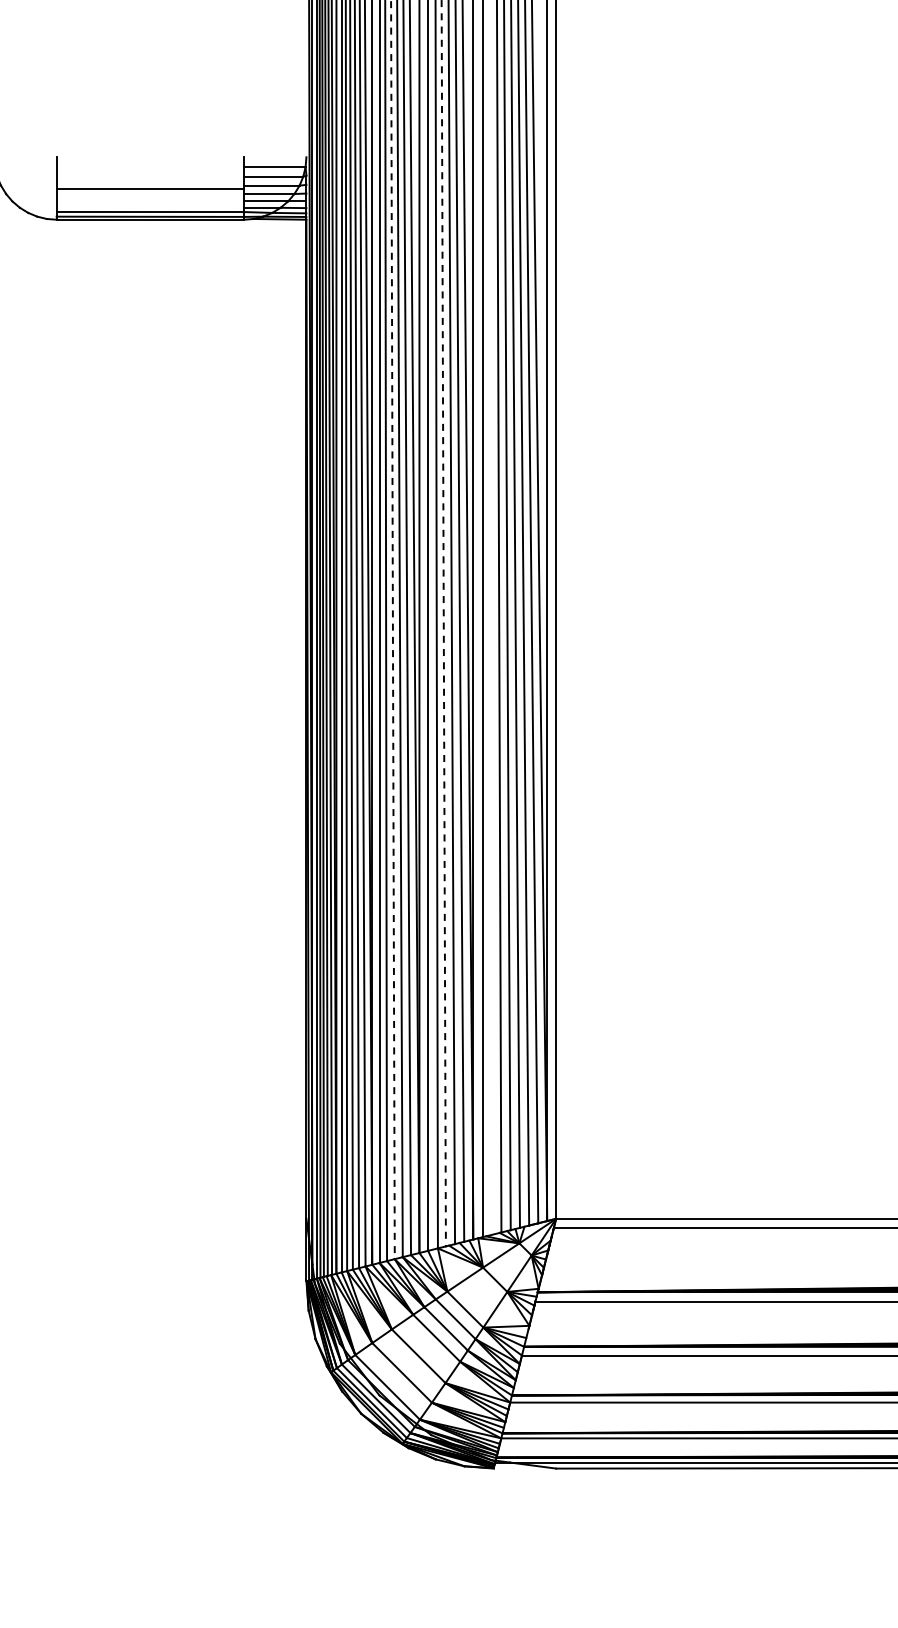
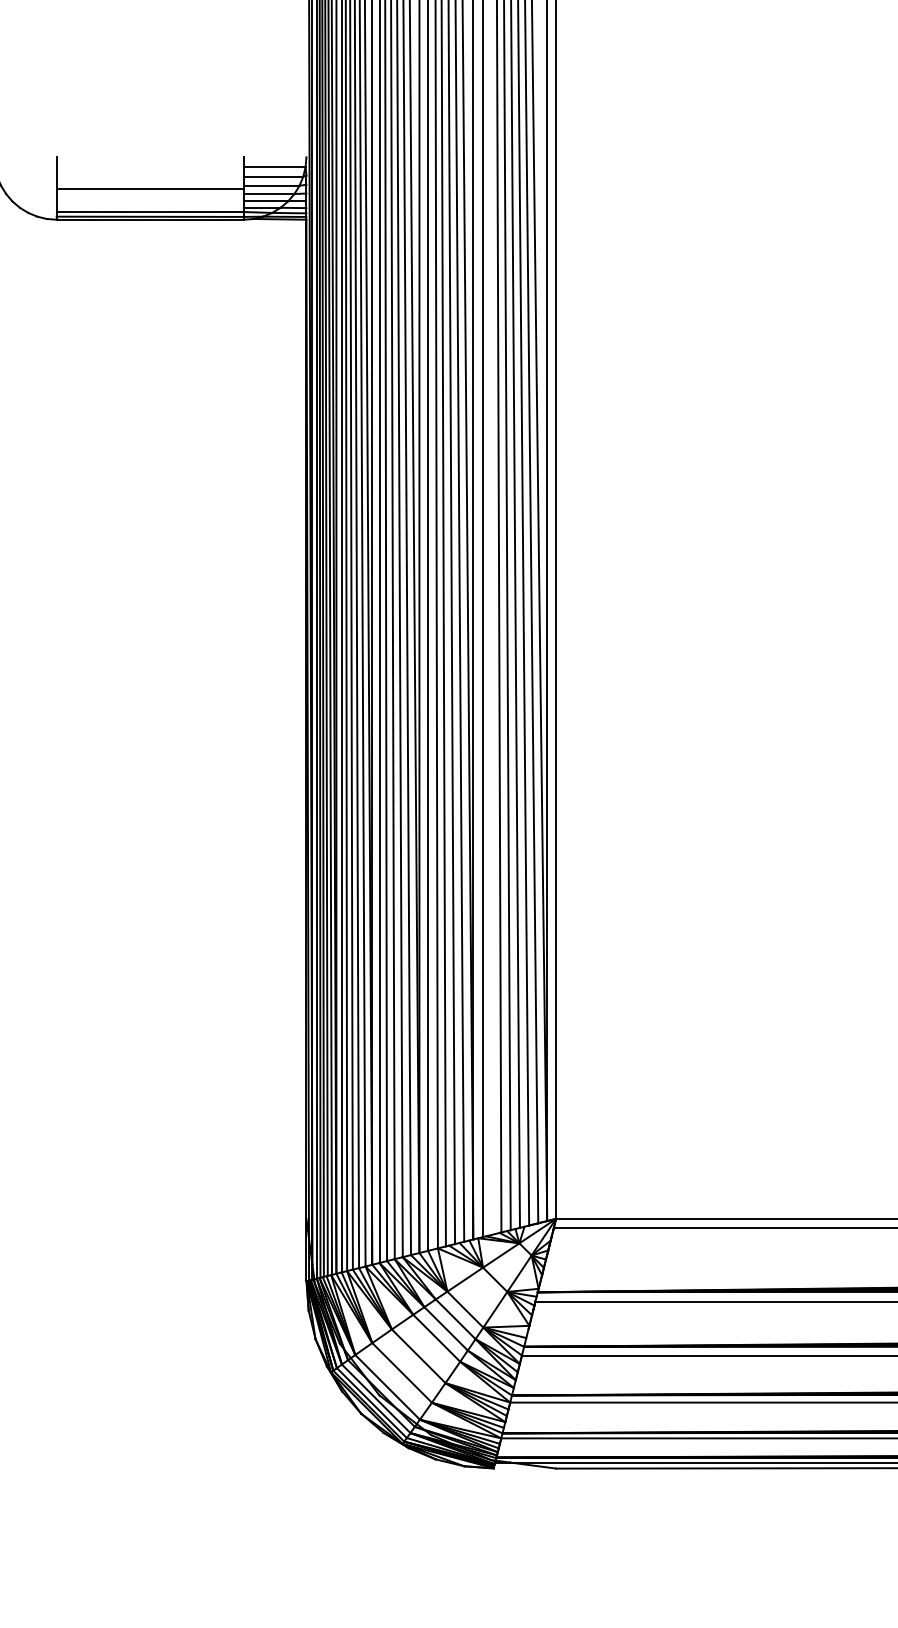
line at (443, 623): dashed -> solid
line at (392, 630): dashed -> solid
